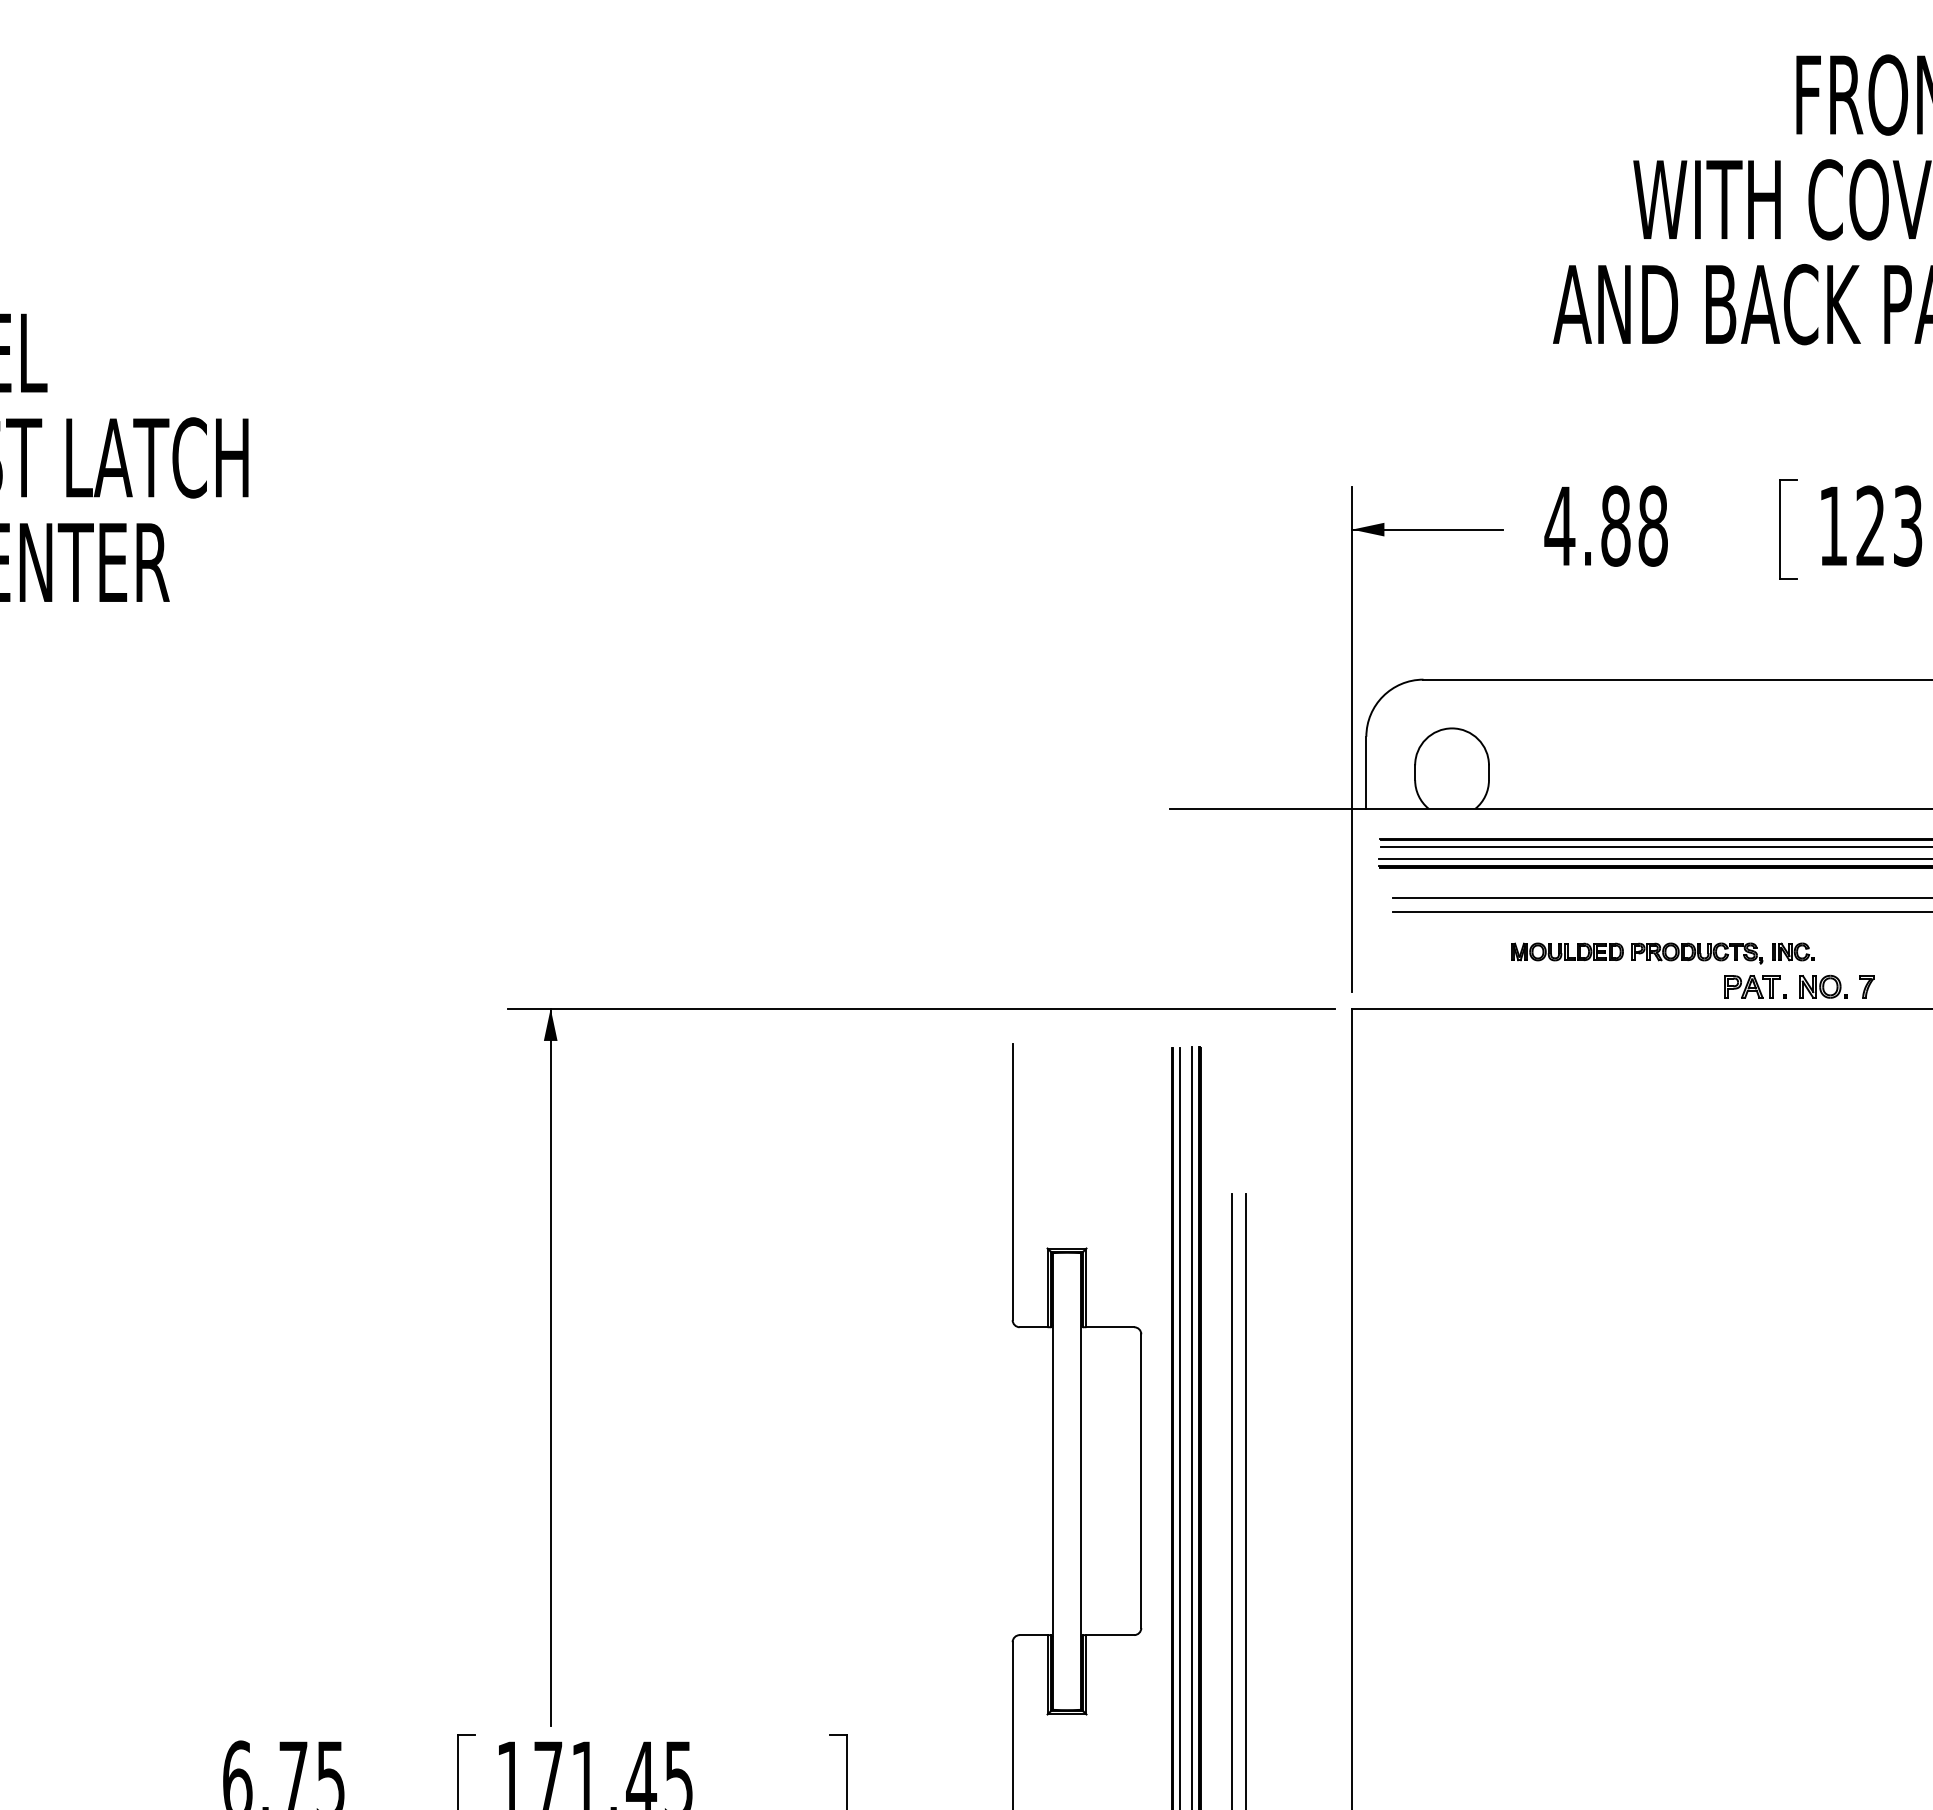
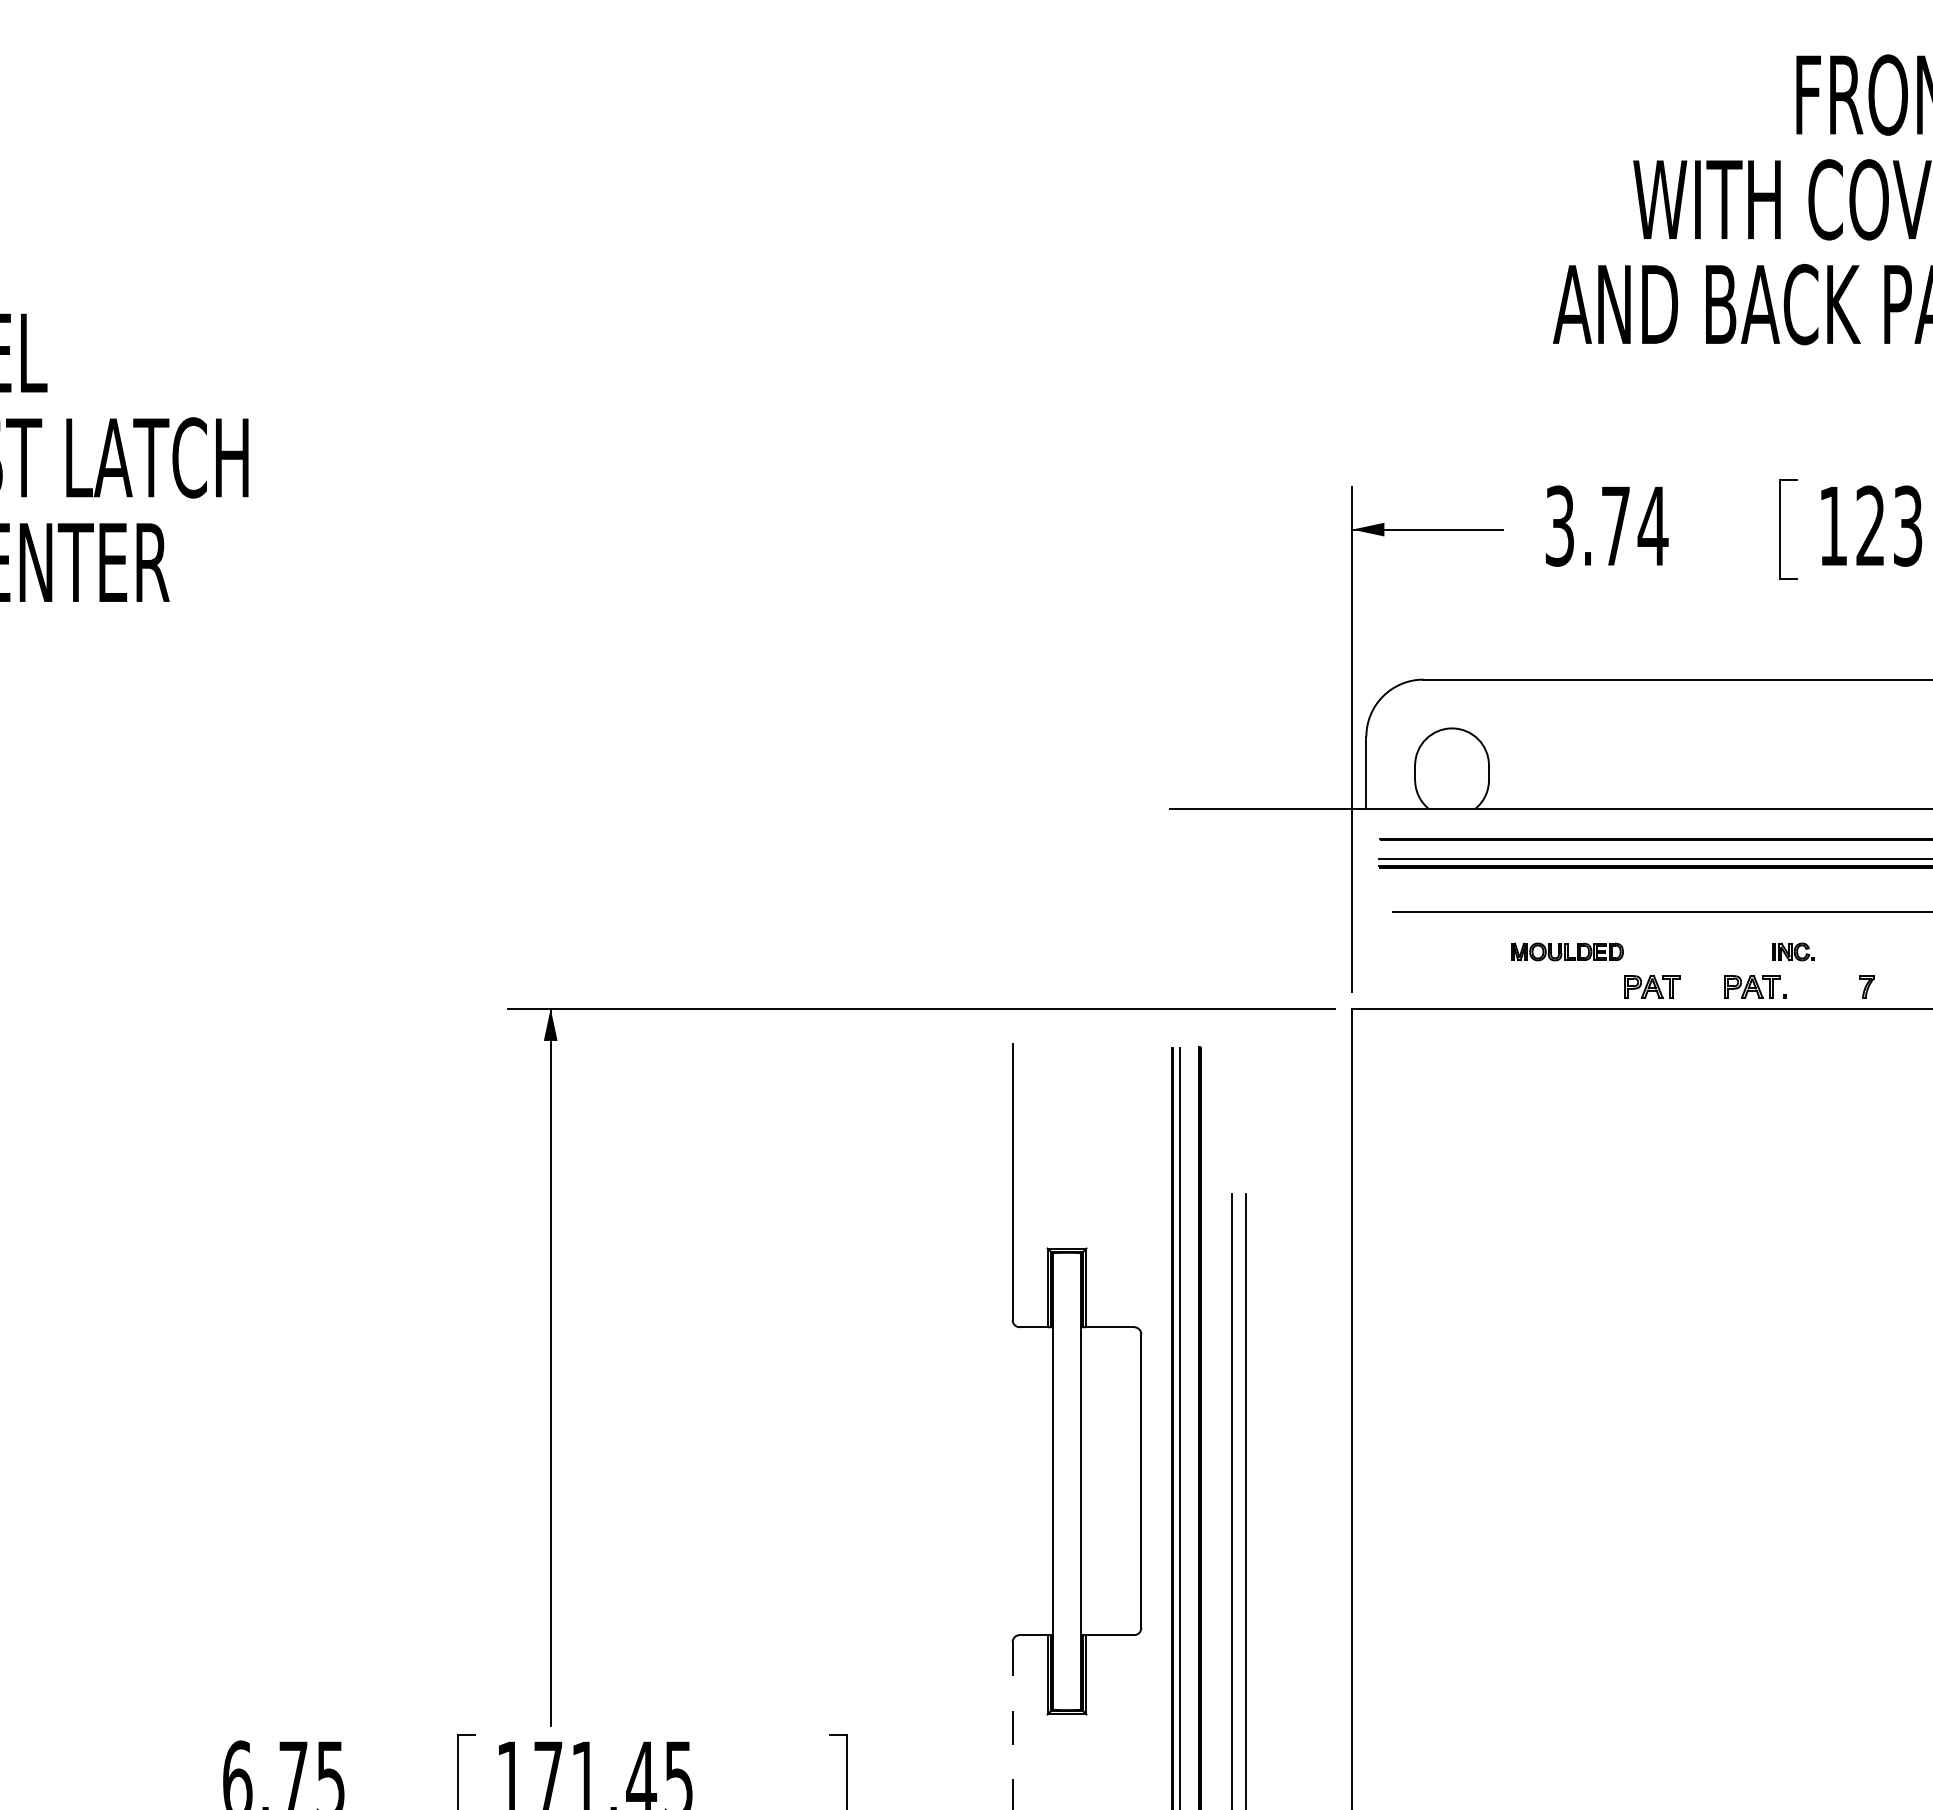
text at (1606, 525): 4.88 -> 3.74
line at (1654, 847): present -> none
line at (1660, 898): present -> none
part at (1697, 953): present -> none
part at (1652, 986): none -> present
part at (1823, 986): present -> none
line at (1191, 1426): present -> none
line at (1012, 1726): solid -> dashed
